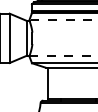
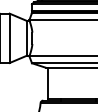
line at (63, 20): dashed -> solid
line at (63, 56): dashed -> solid
